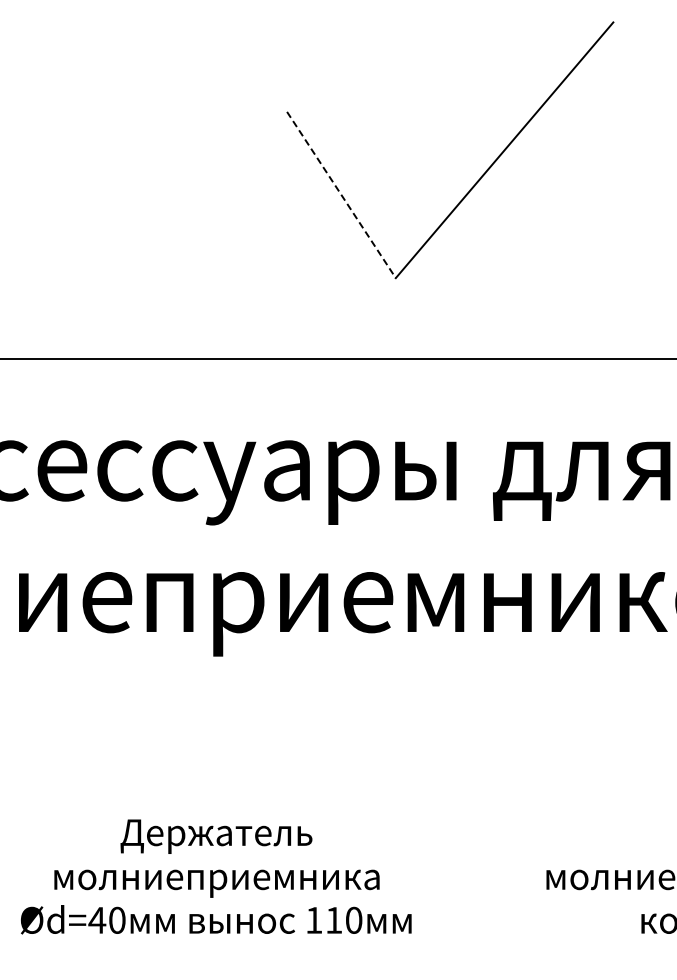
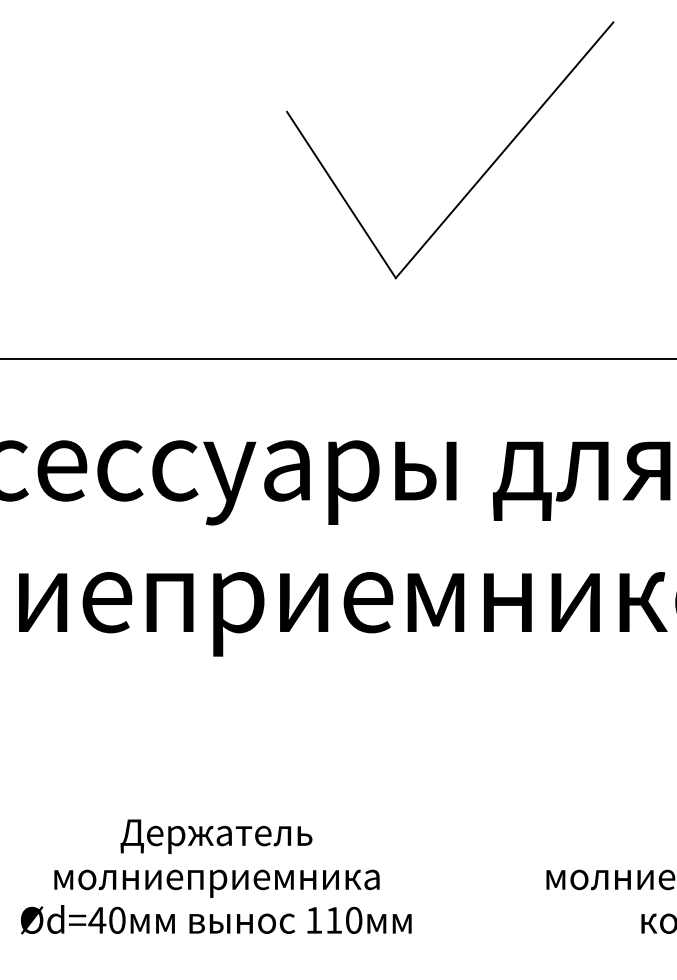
line at (341, 195): dashed -> solid
